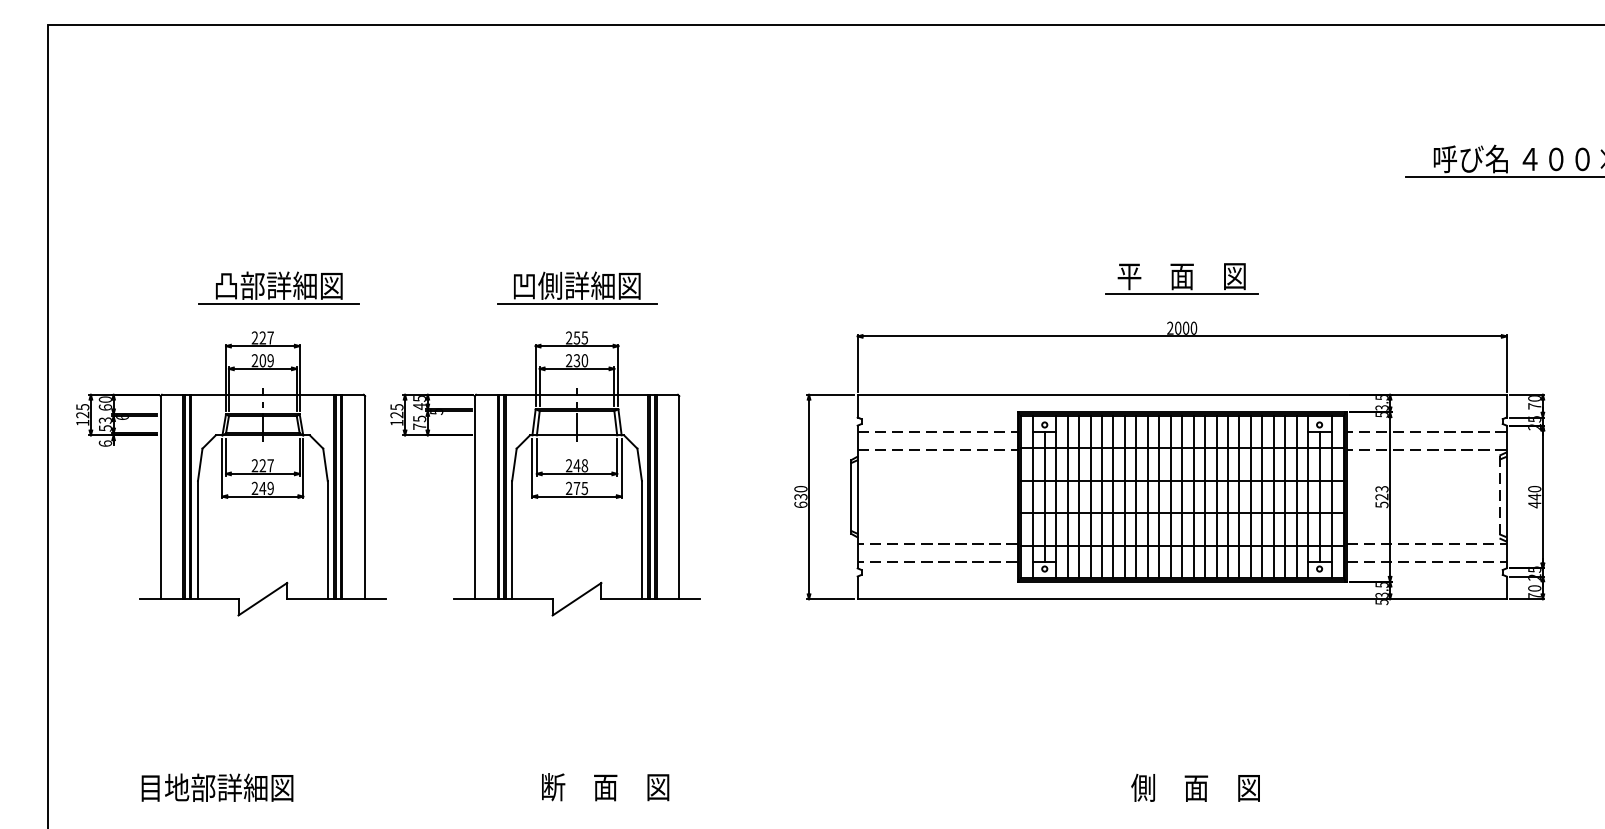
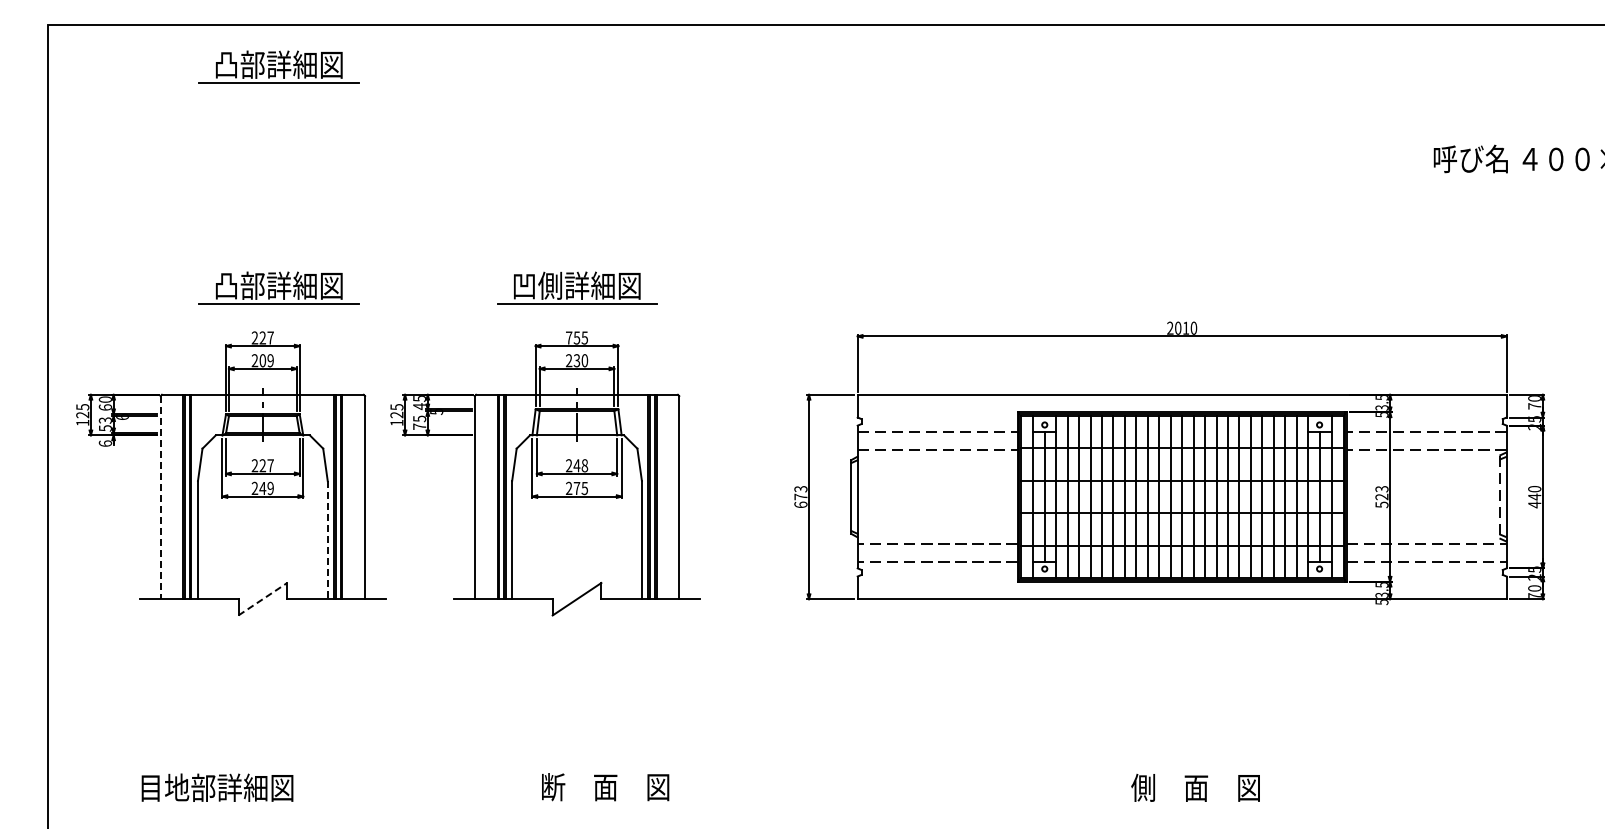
part at (278, 66): none -> present
line at (1503, 177): present -> none
part at (1181, 278): present -> none
text at (1186, 327): 2000 -> 2010
text at (569, 337): 255 -> 755
text at (800, 493): 630 -> 673
line at (160, 497): solid -> dashed
line at (327, 540): solid -> dashed
line at (263, 598): solid -> dashed
